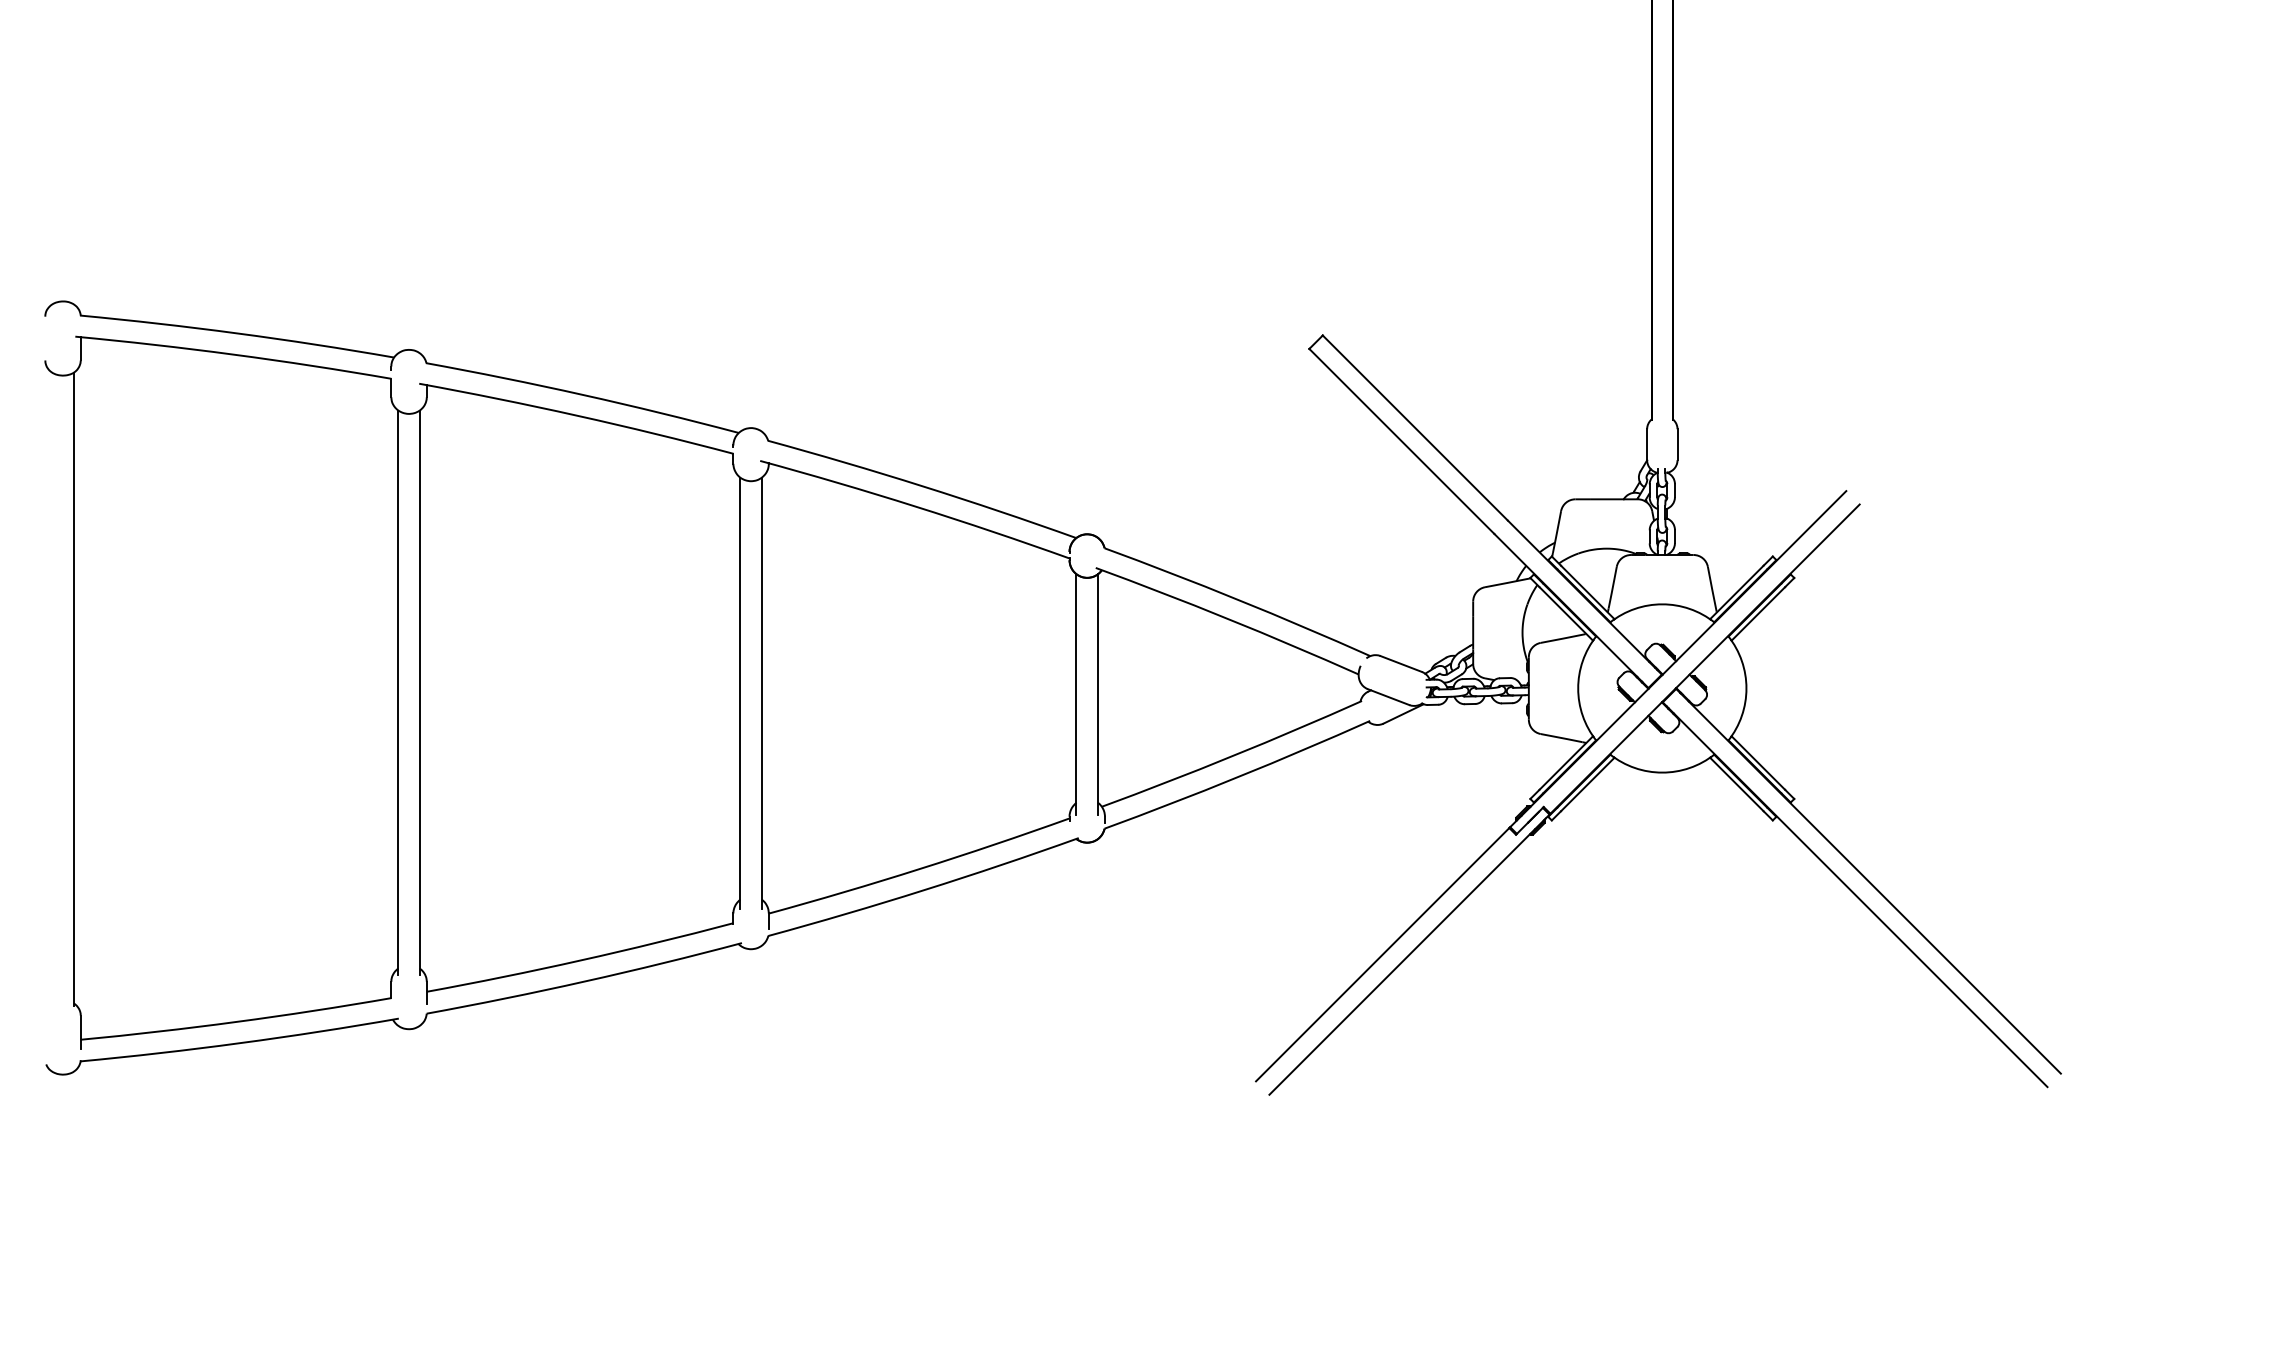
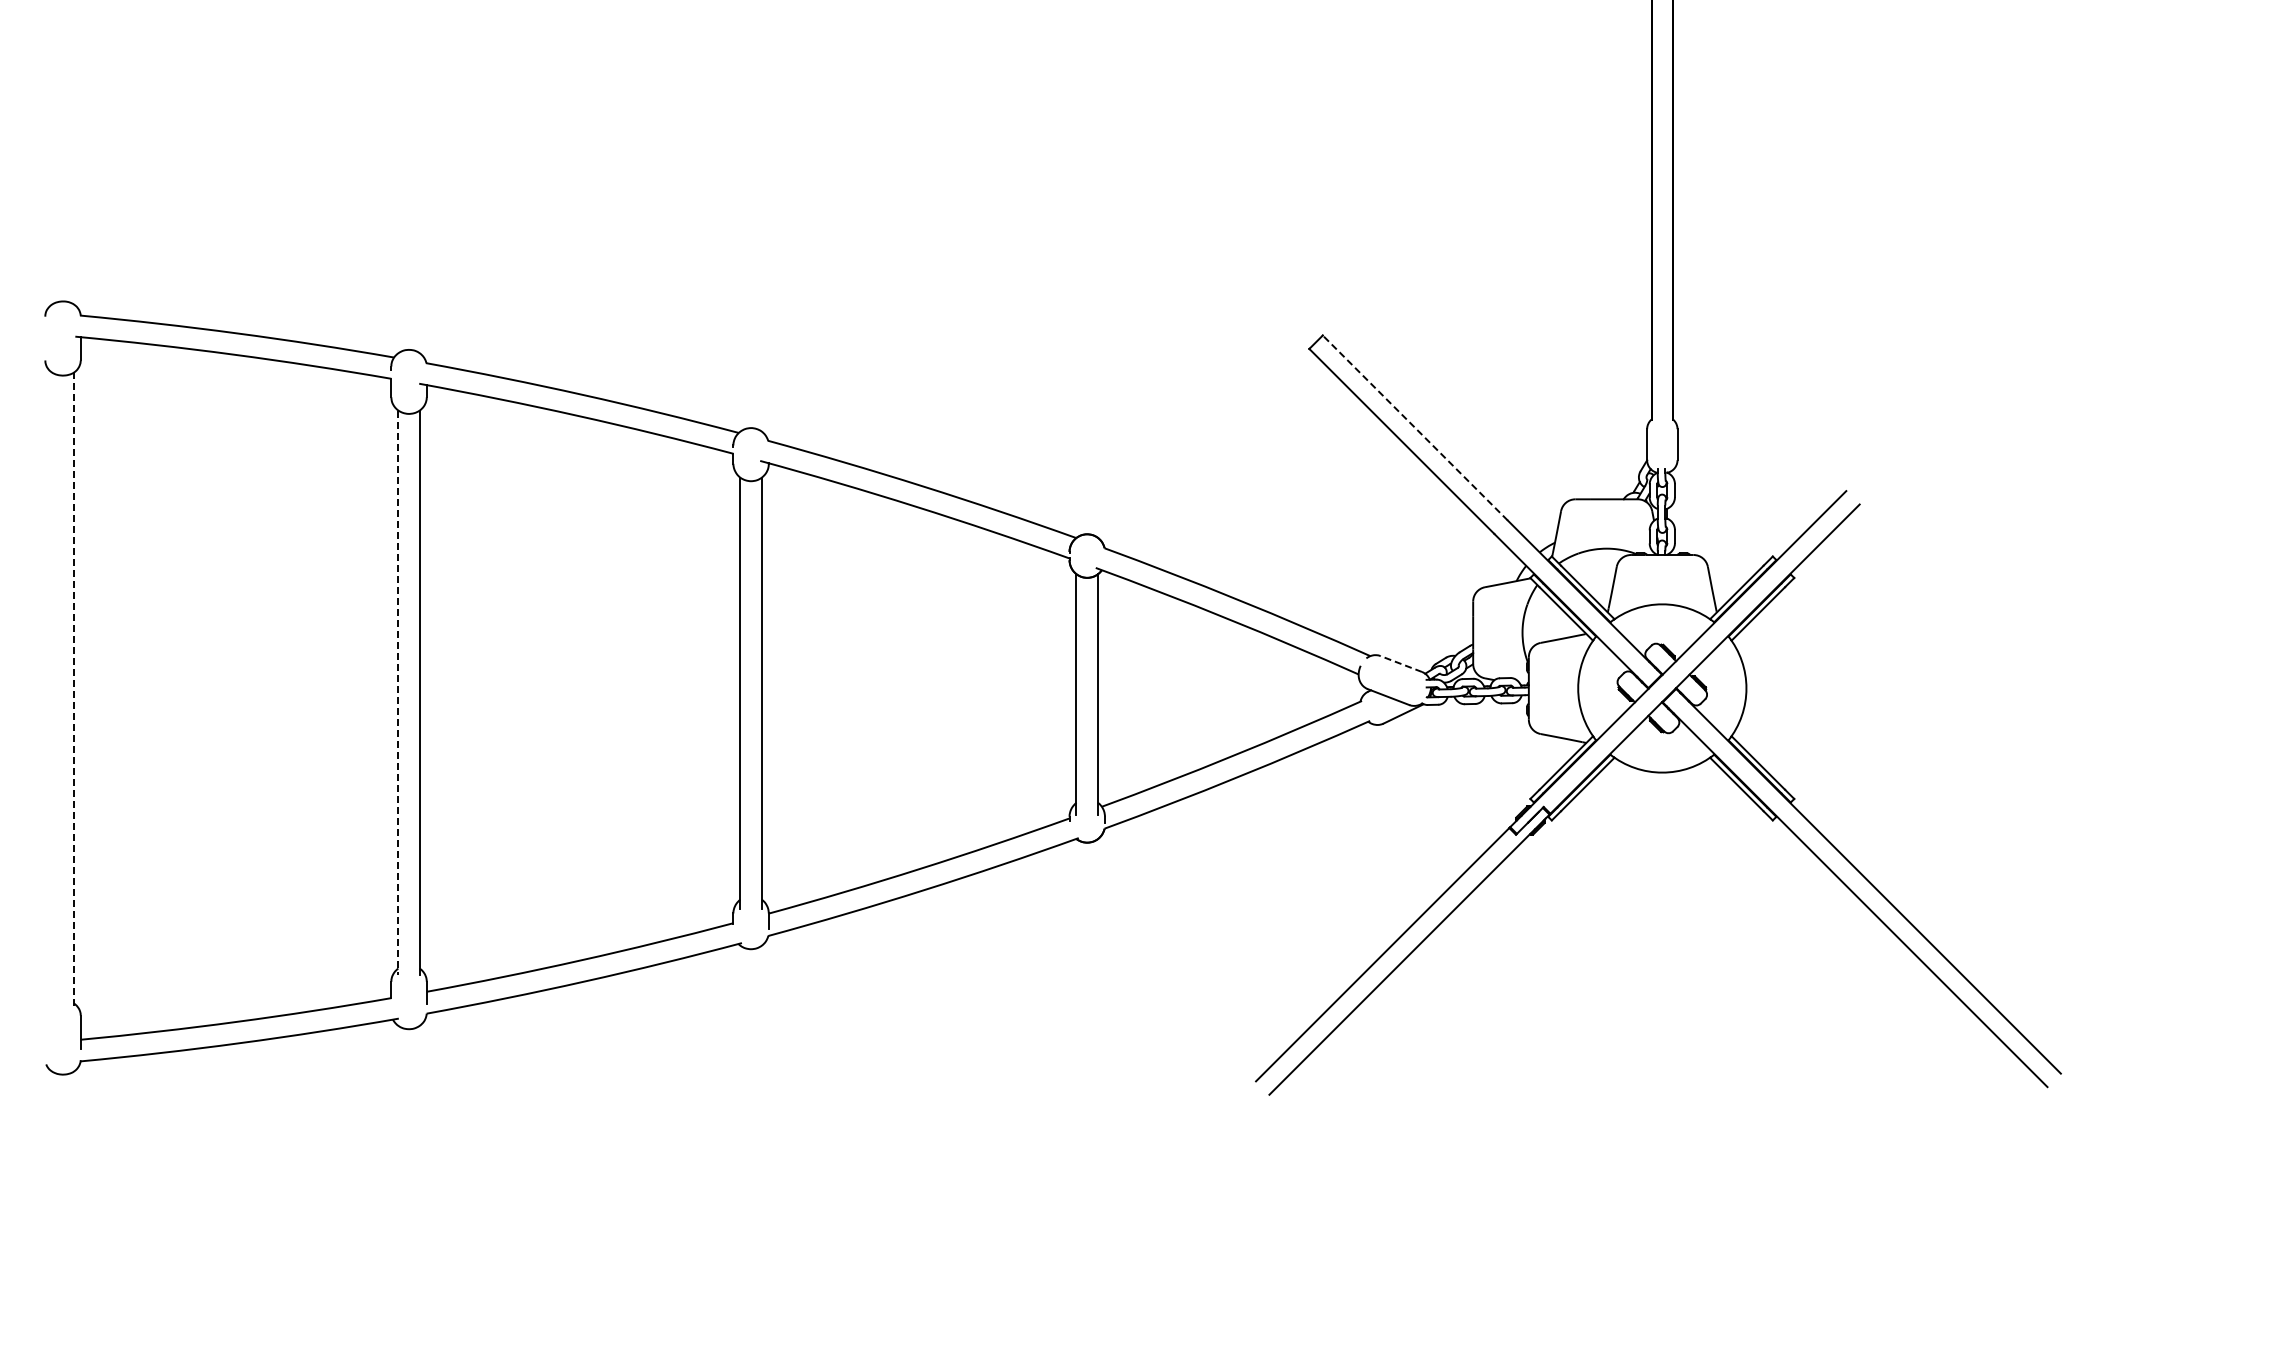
line at (1415, 428): solid -> dashed
line at (1400, 663): solid -> dashed
line at (73, 689): solid -> dashed
line at (398, 693): solid -> dashed
